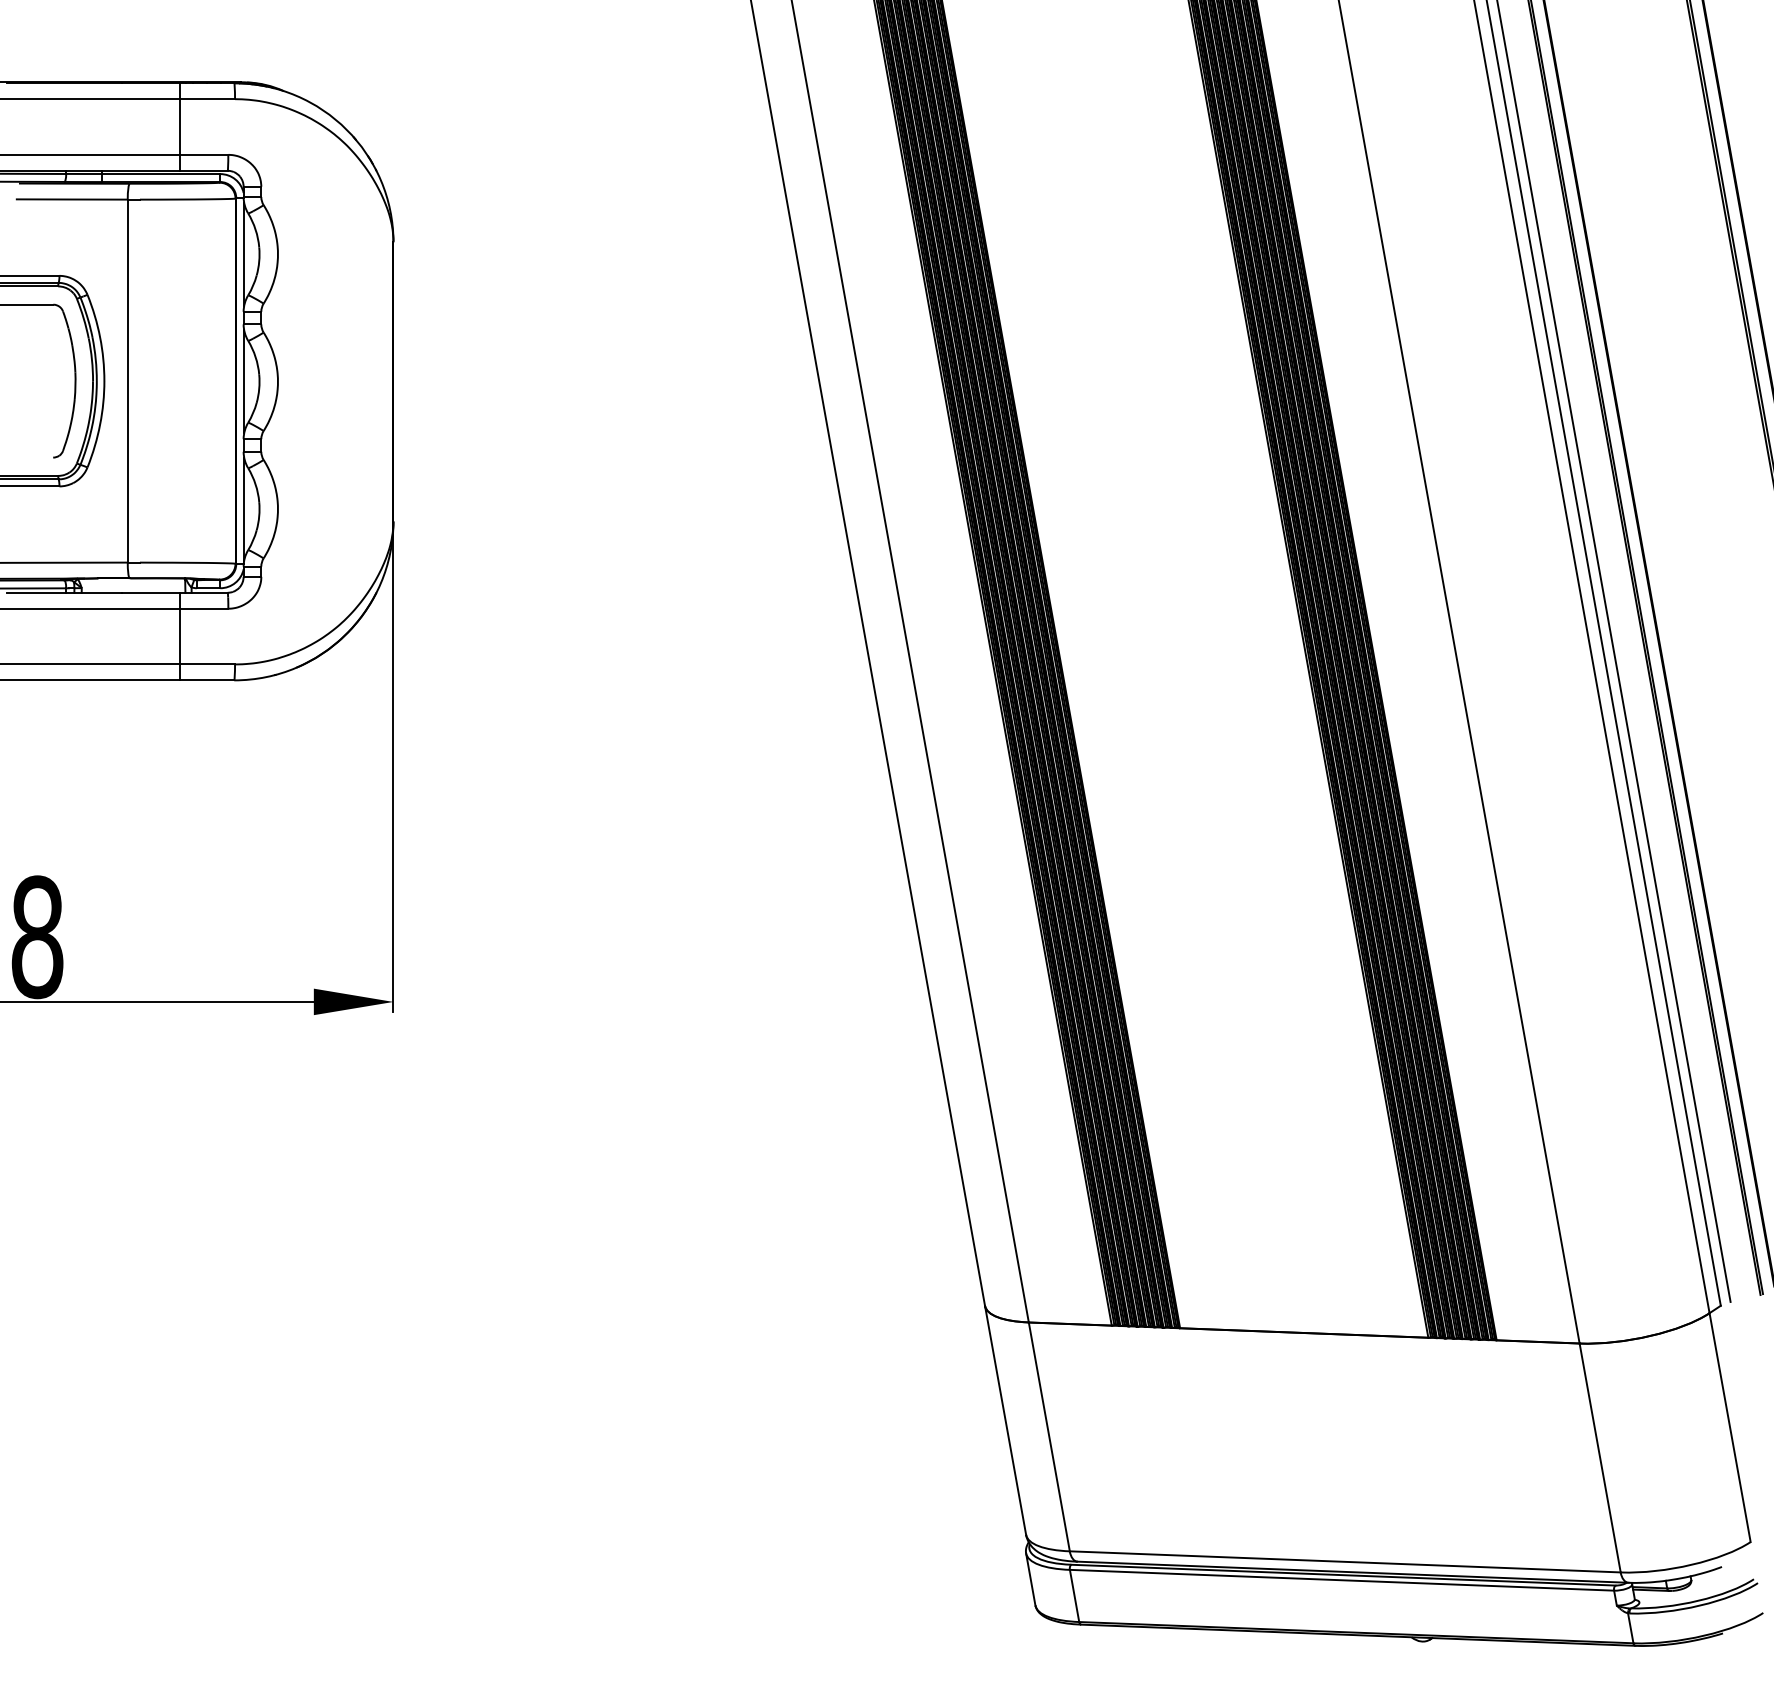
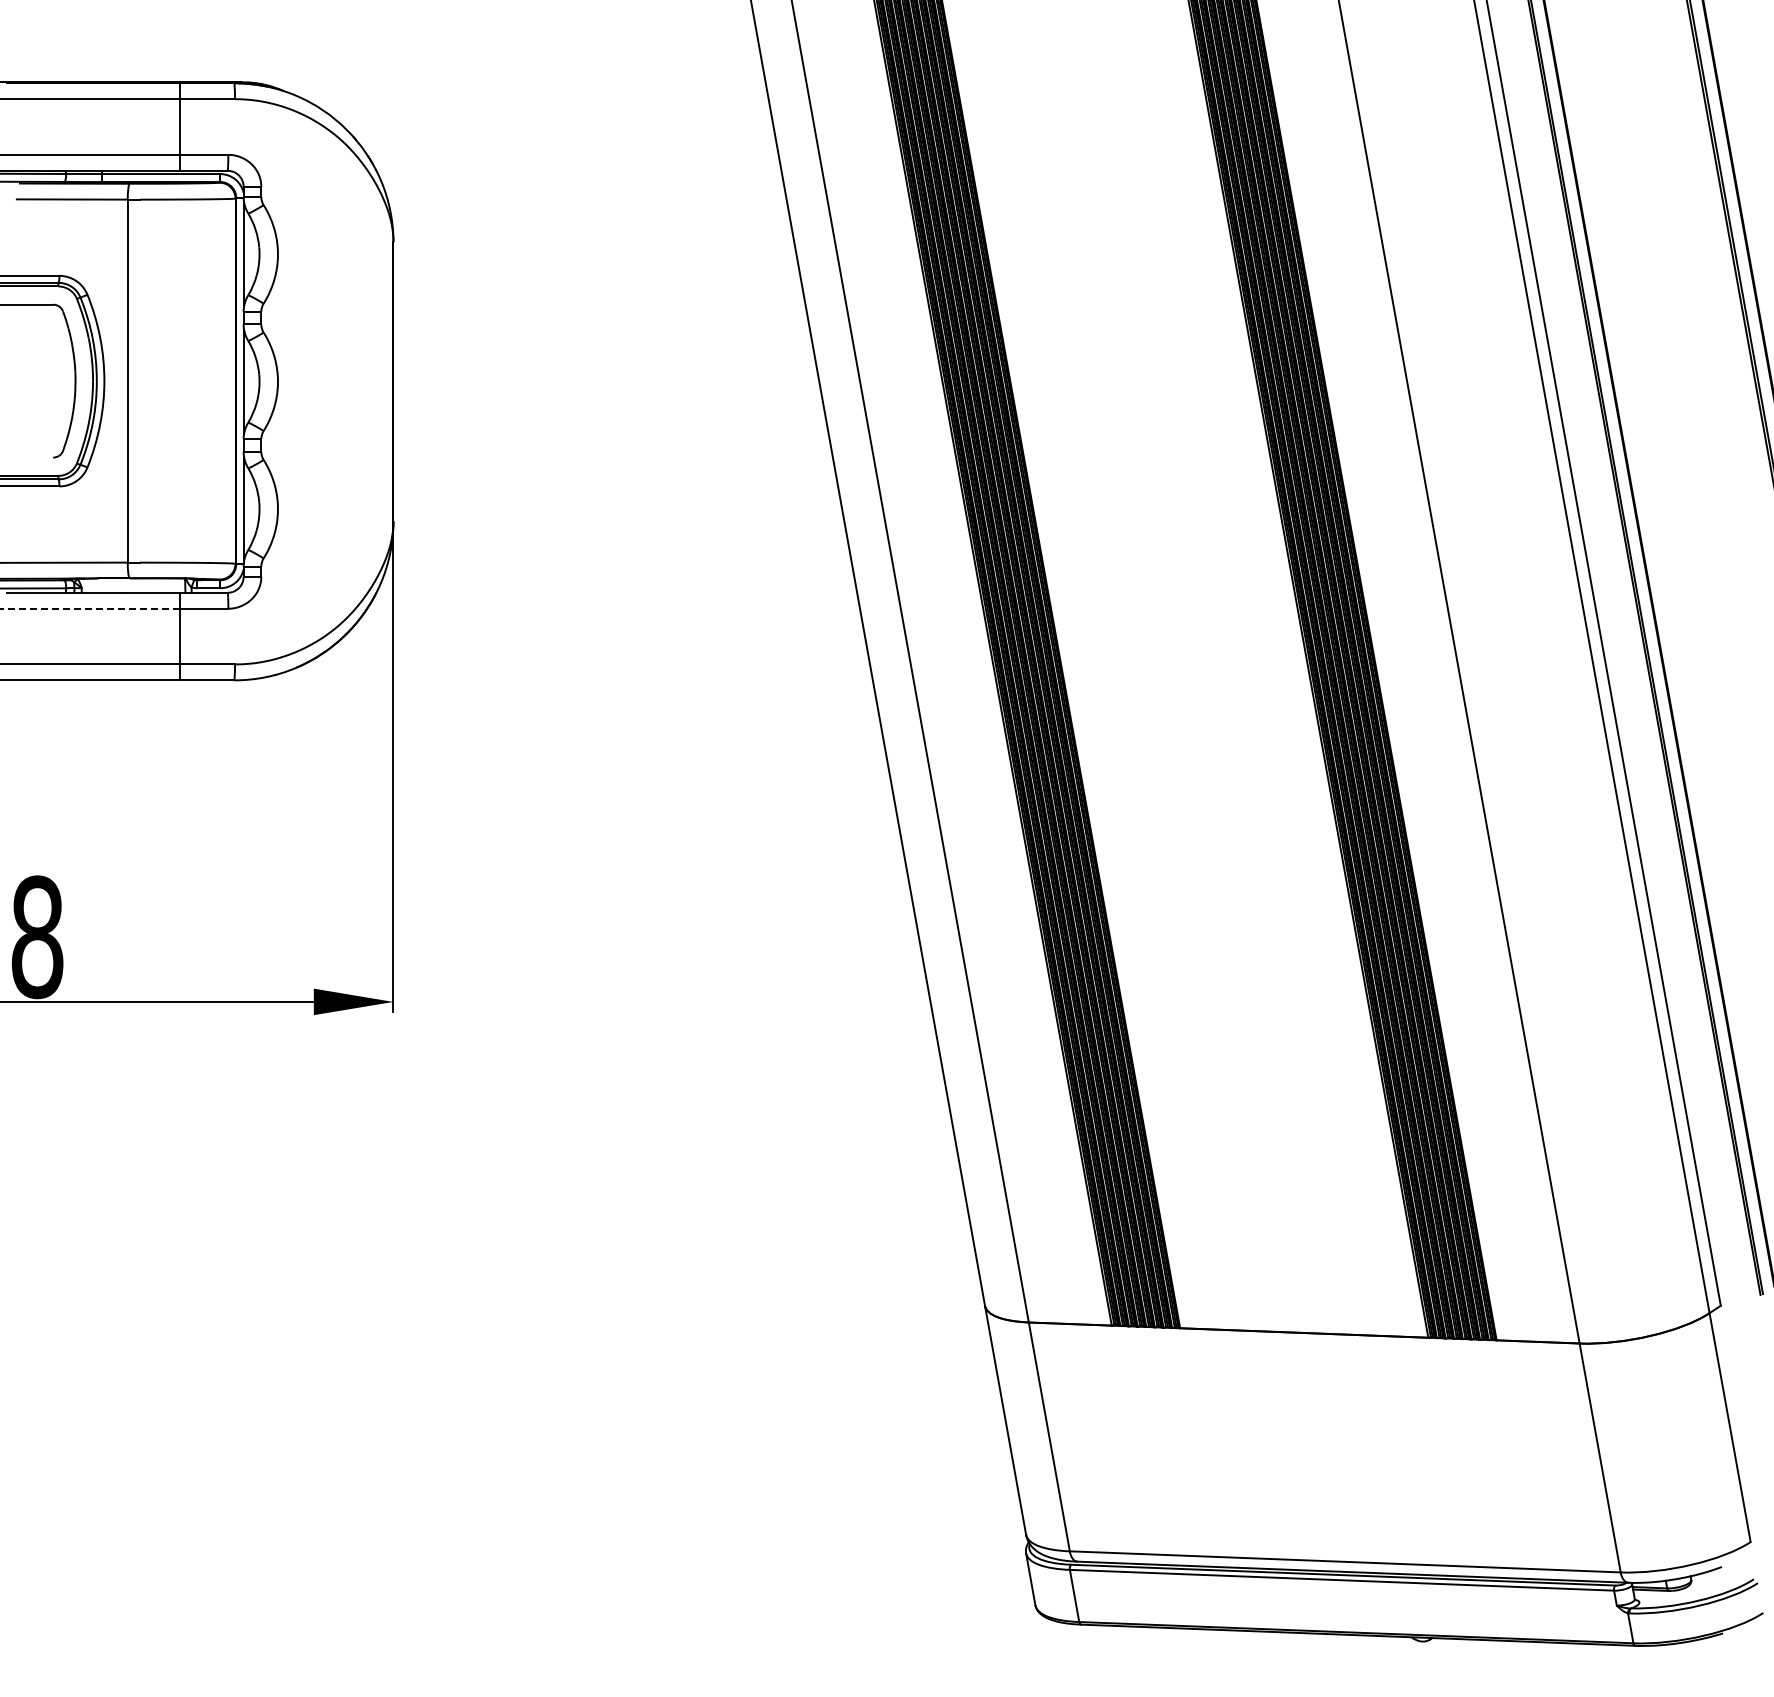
line at (89, 608): solid -> dashed
line at (1613, 651): present -> none
